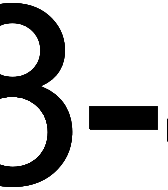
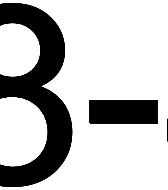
part at (123, 117) position: (123, 117) -> (123, 111)
